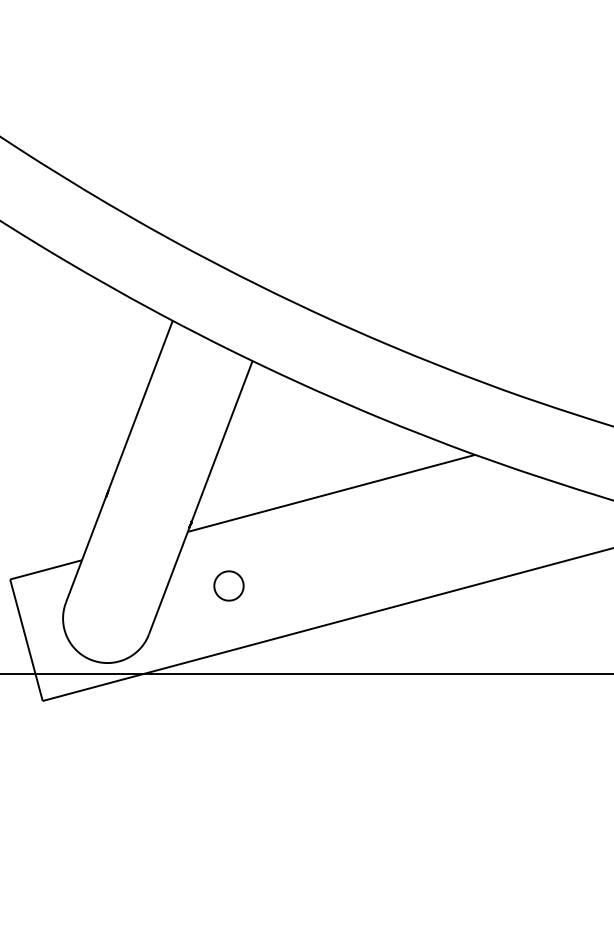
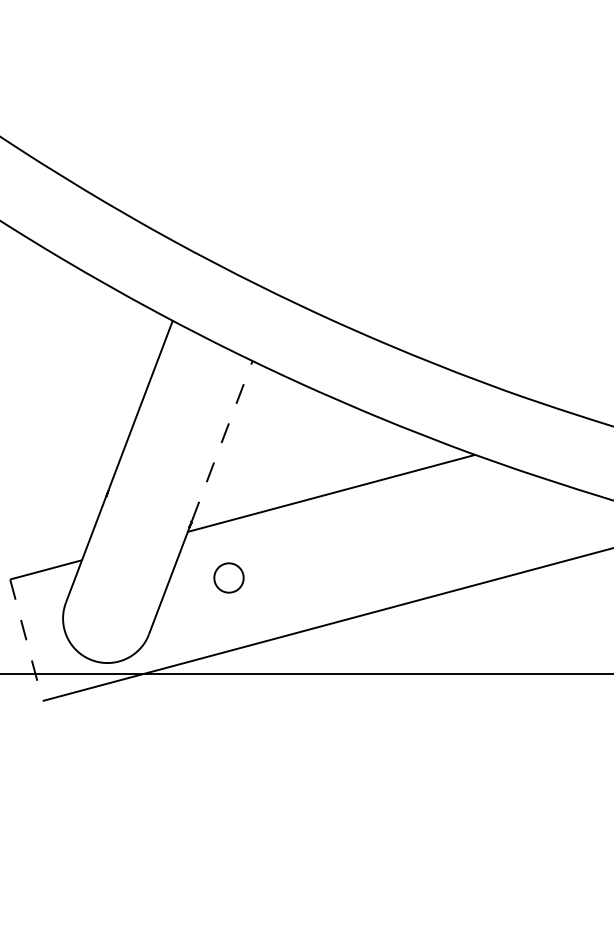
line at (222, 441): solid -> dashed
part at (228, 585) position: (228, 585) -> (228, 577)
line at (26, 640): solid -> dashed
